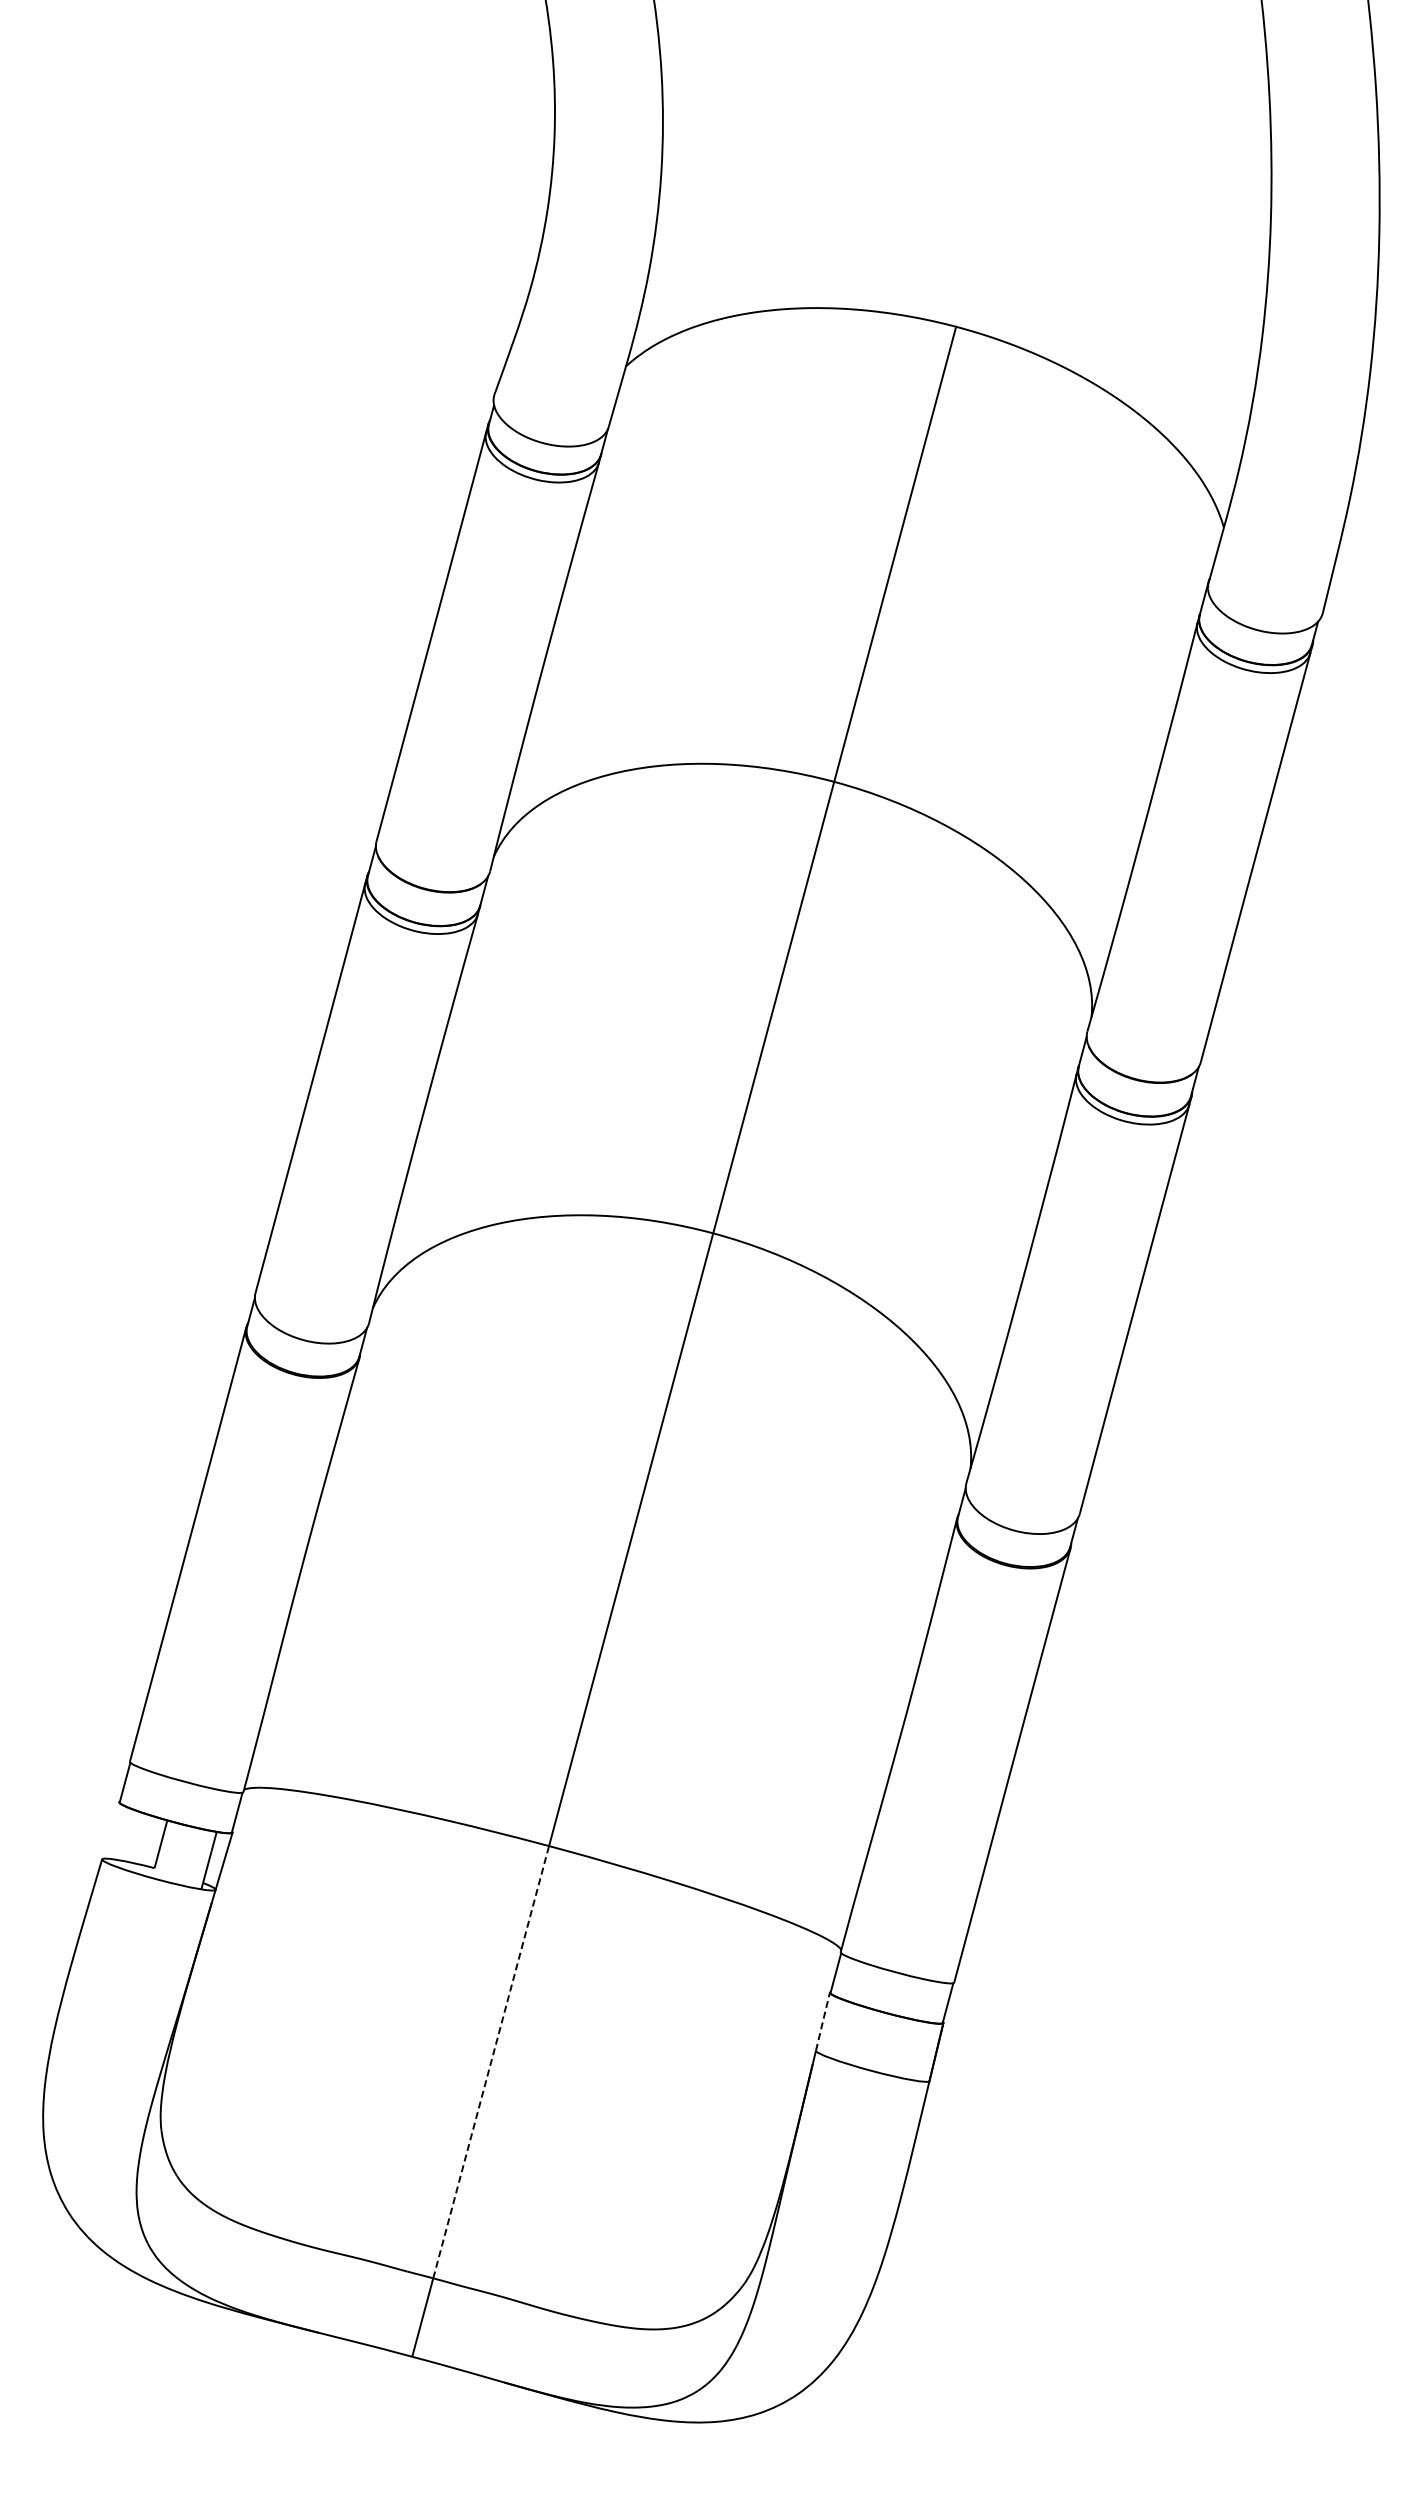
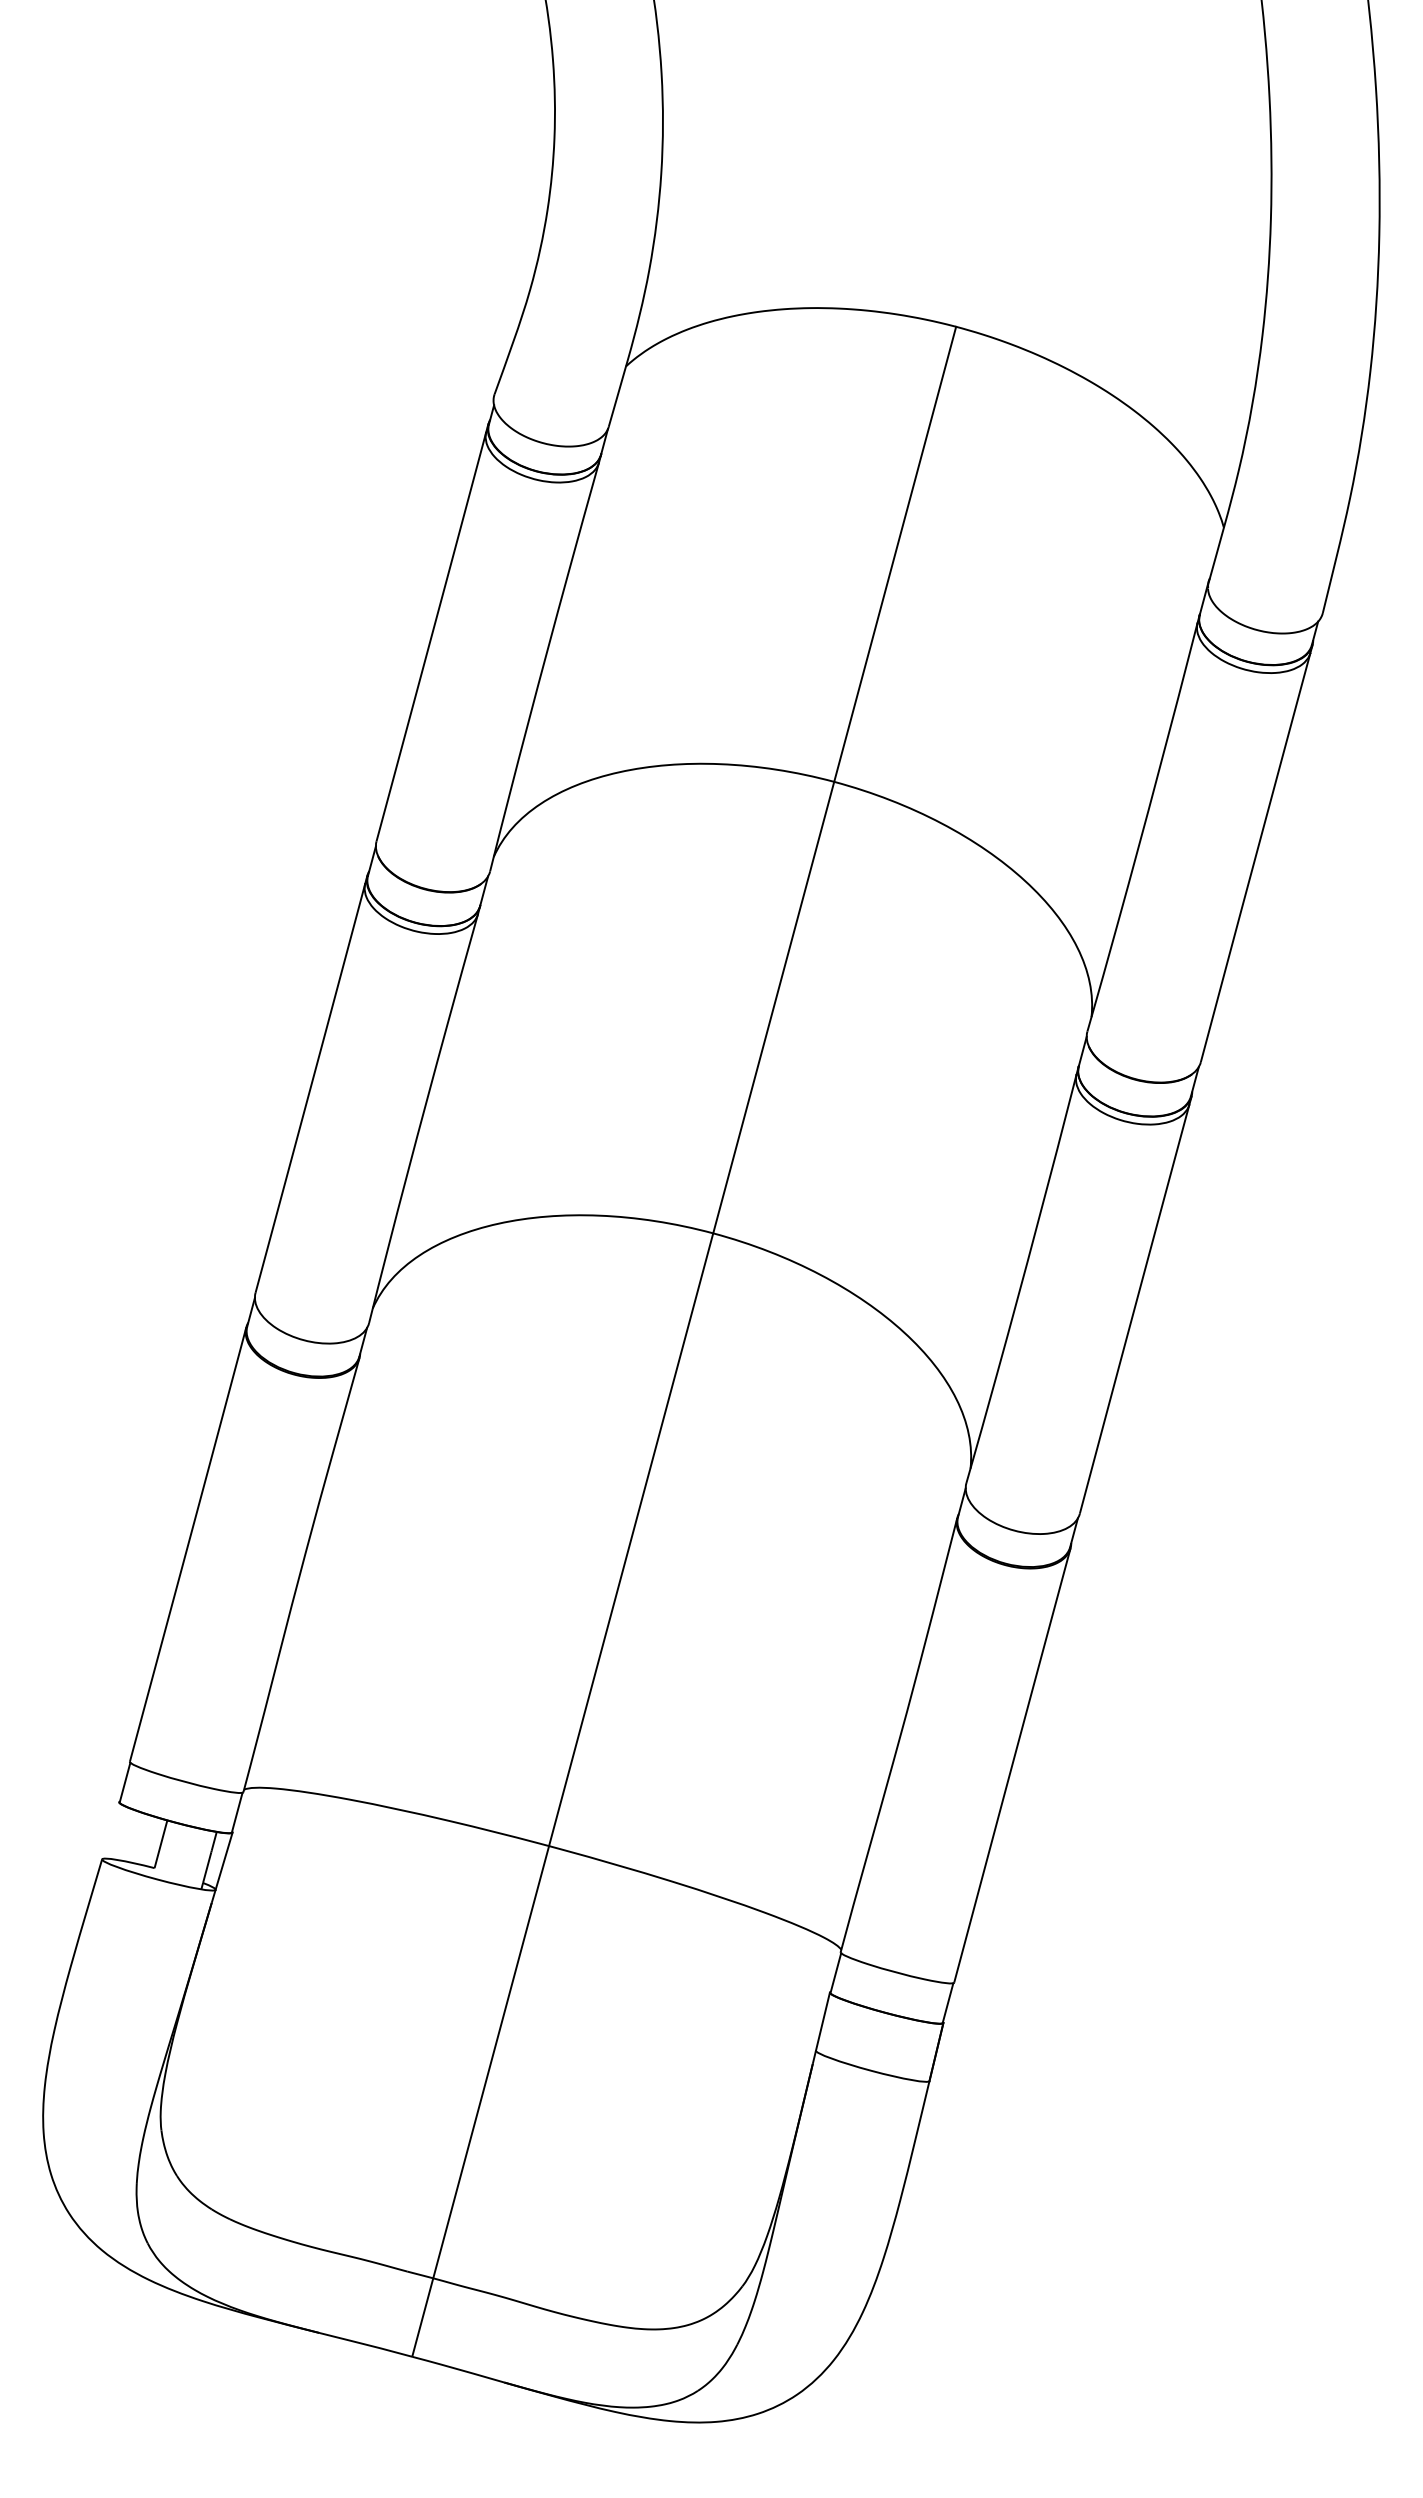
line at (822, 2021): dashed -> solid
line at (491, 2062): dashed -> solid
